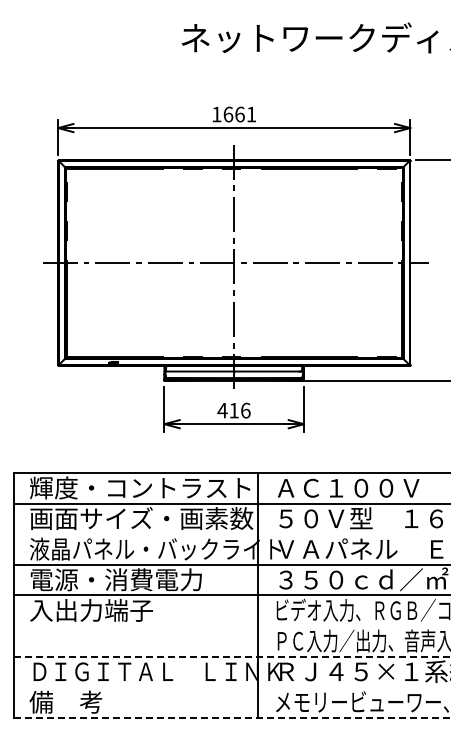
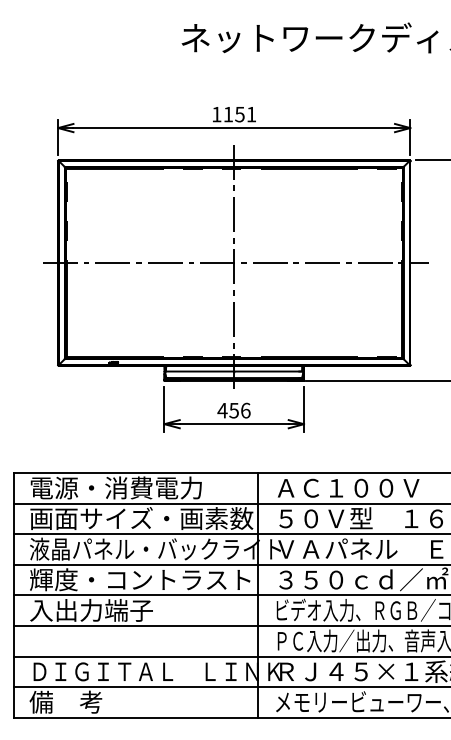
text at (233, 114): 1661 -> 1151
text at (233, 410): 416 -> 456
text at (140, 487): 輝度・コントラスト -> 電源・消費電力
line at (230, 534): none -> present
text at (140, 579): 電源・消費電力 -> 輝度・コントラスト
line at (230, 626): none -> present
line at (232, 656): dashed -> solid
line at (230, 687): none -> present
line at (232, 717): dashed -> solid
